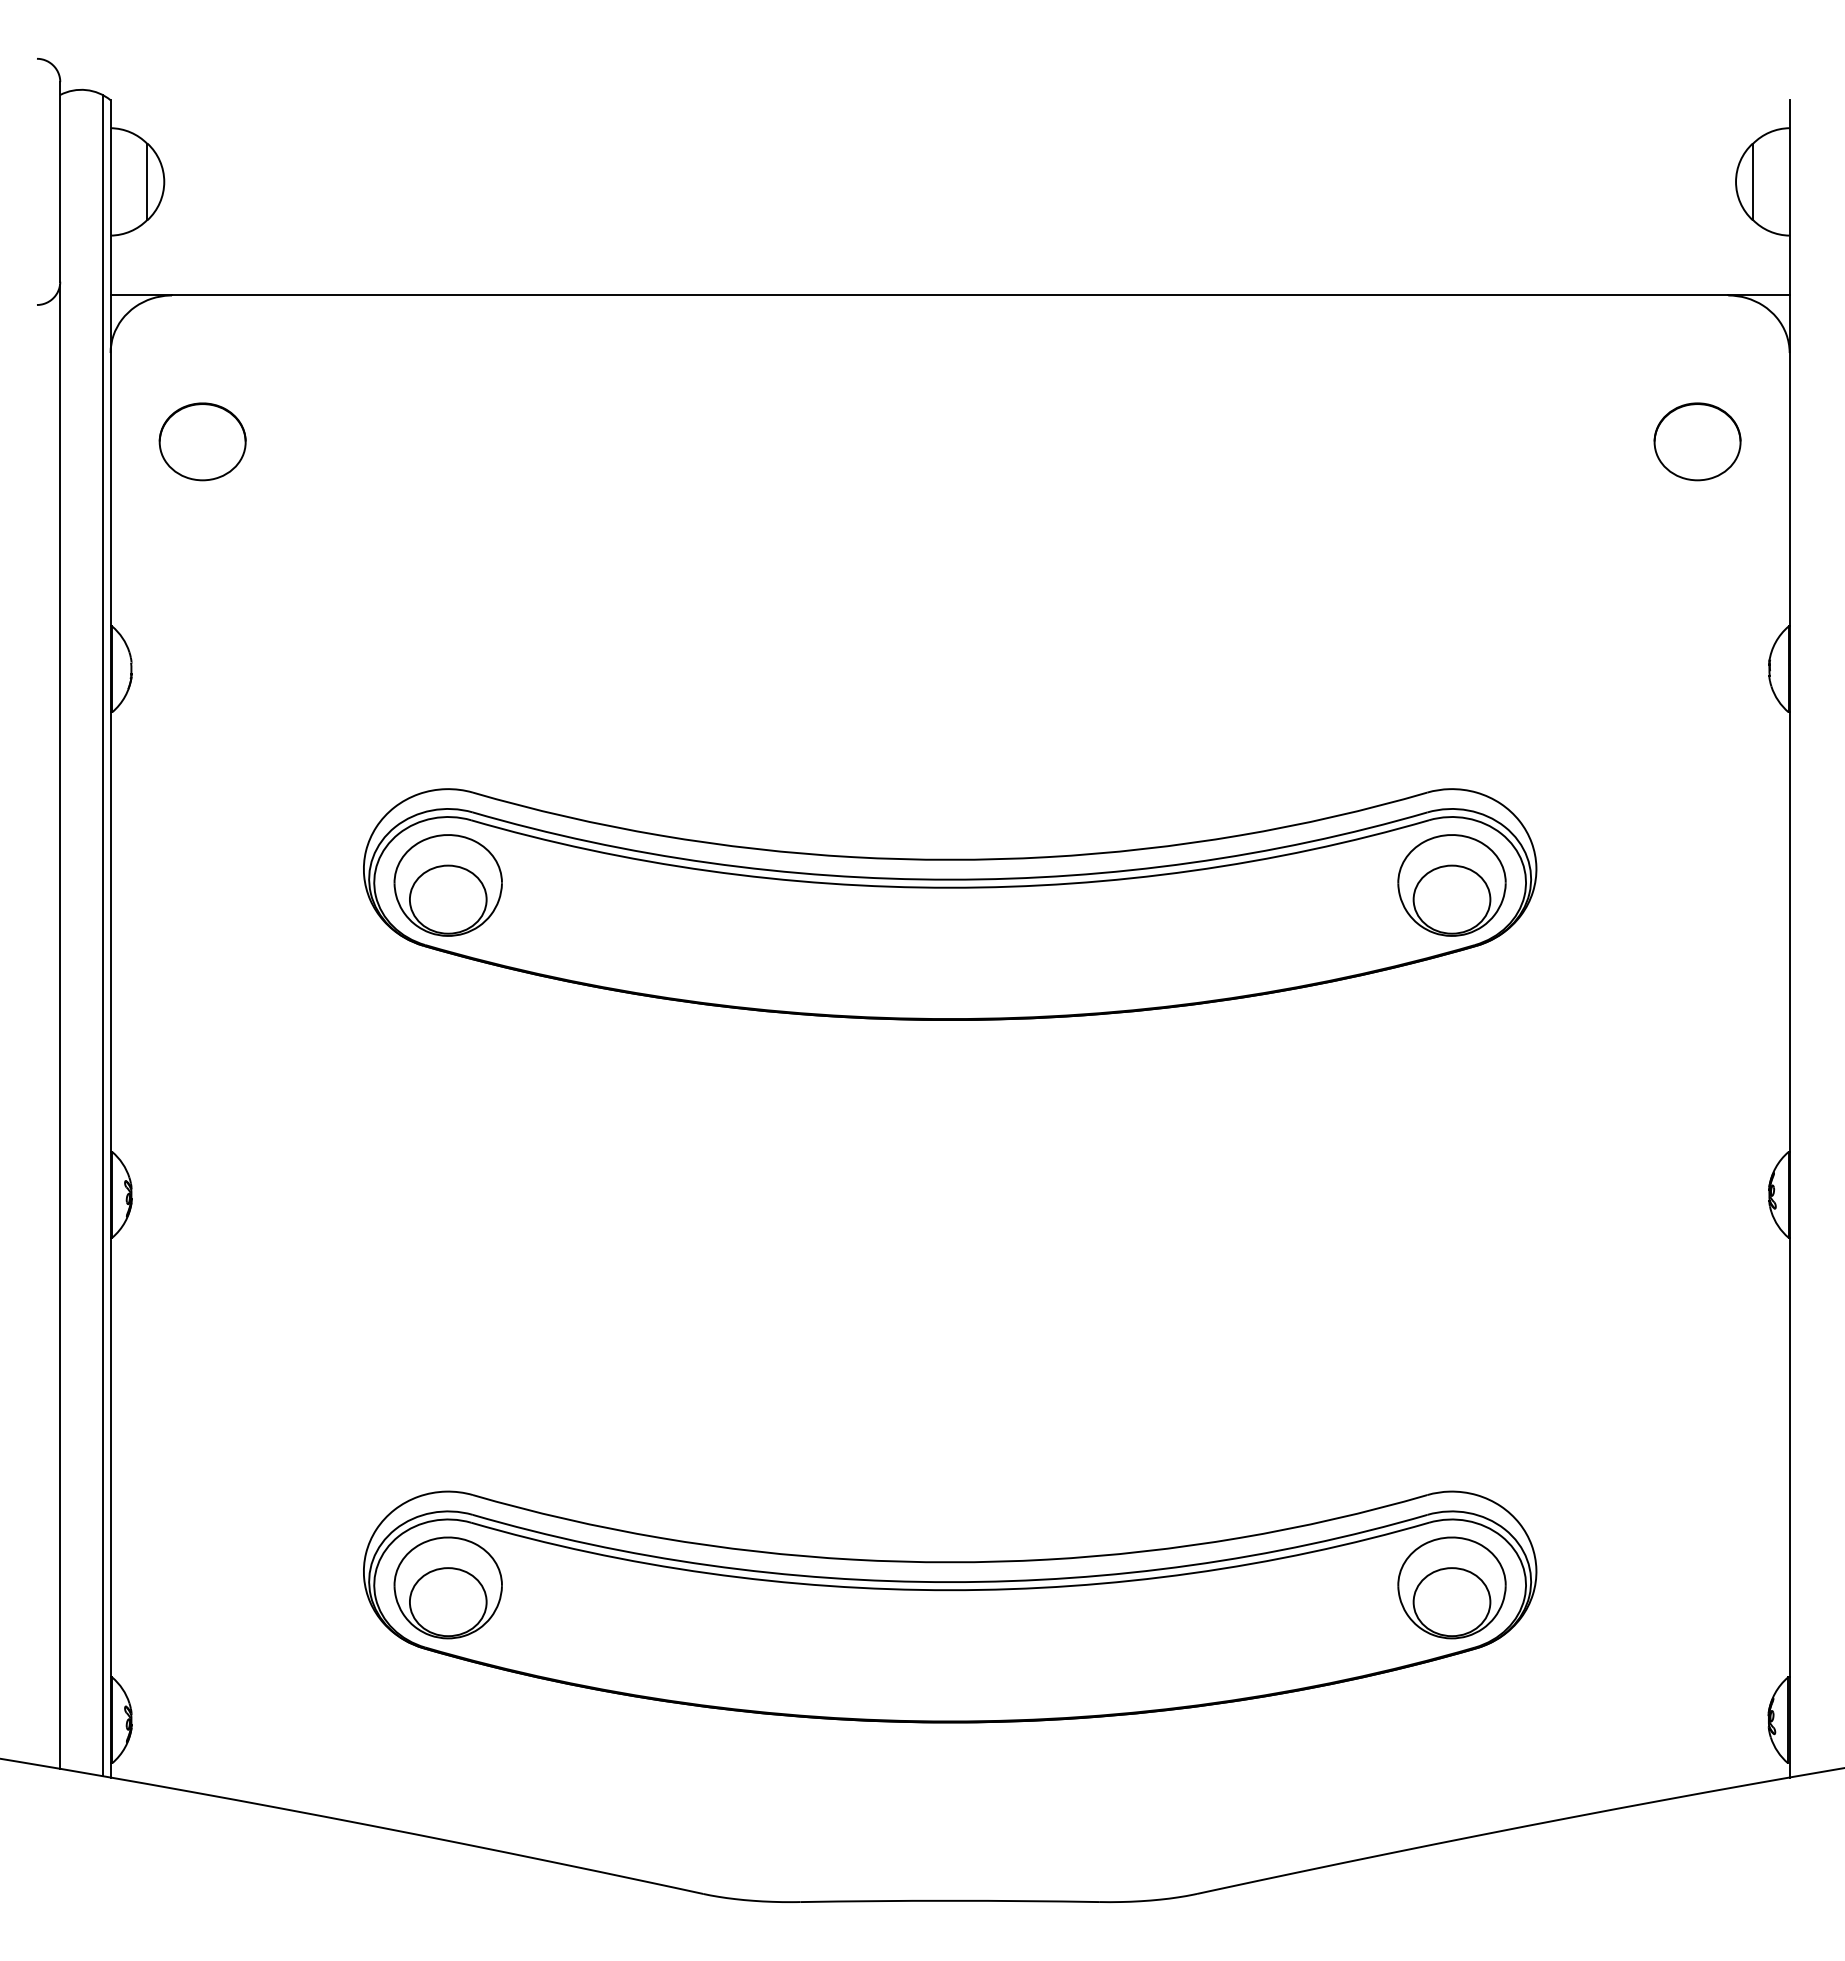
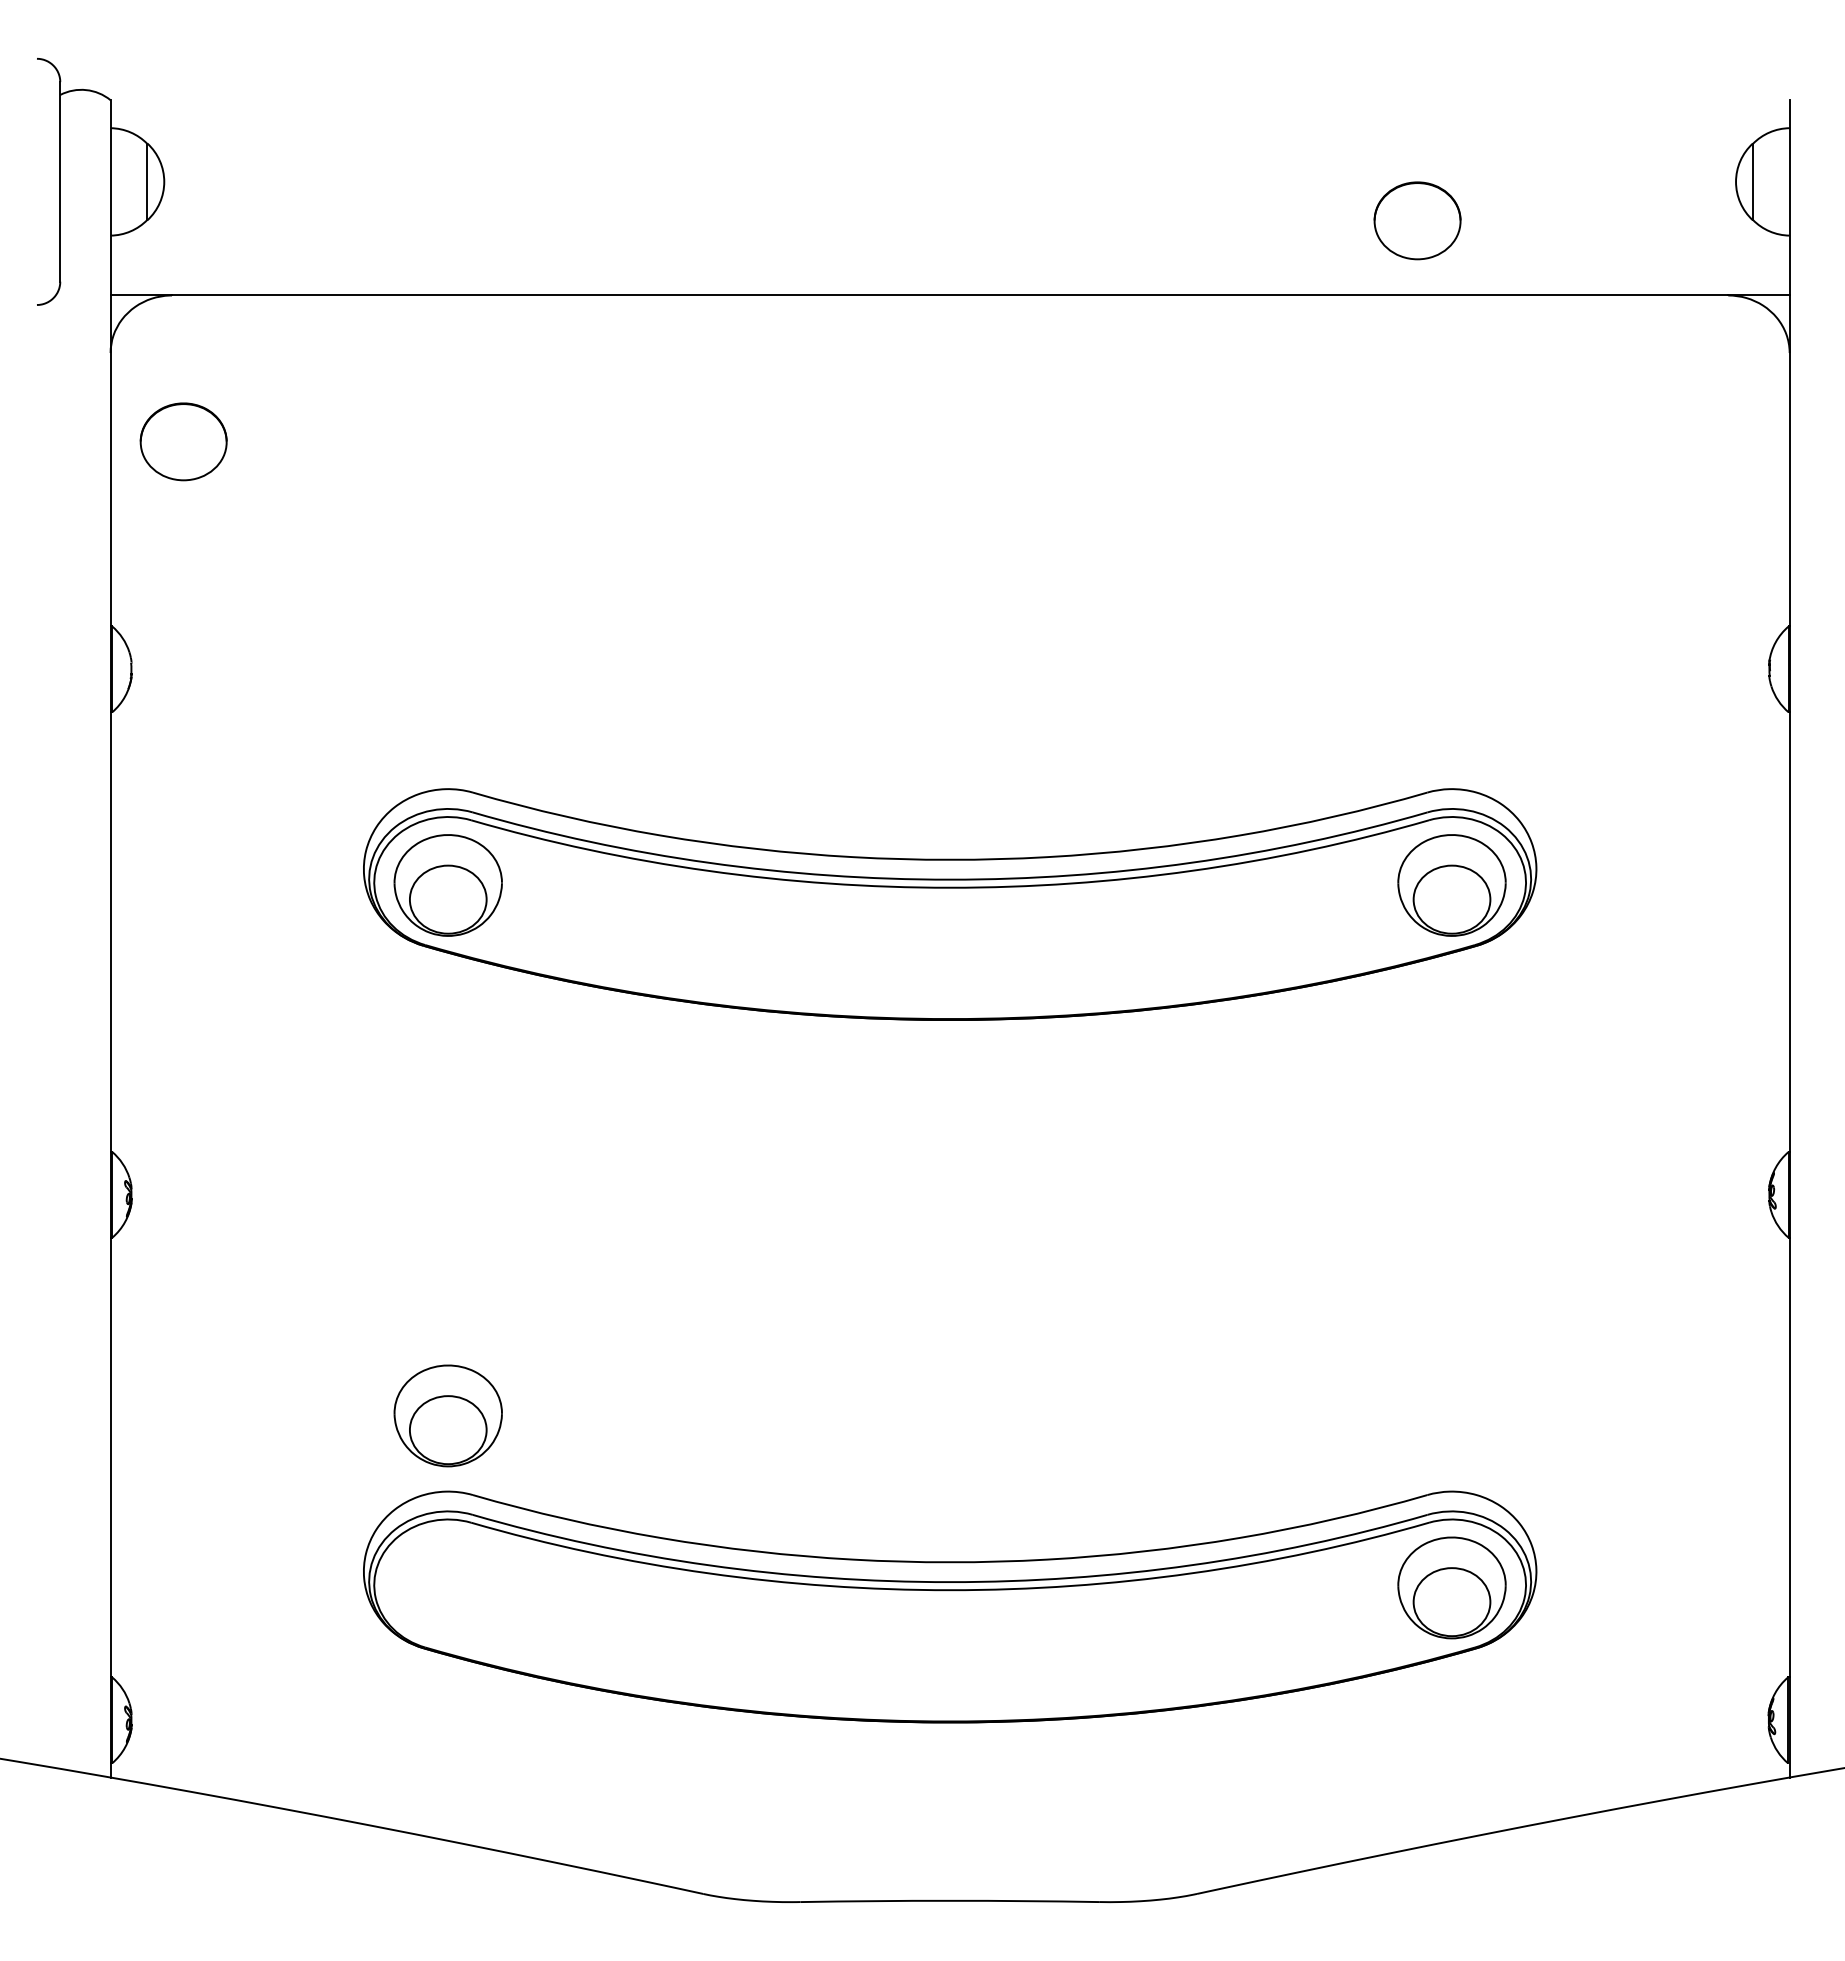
part at (202, 441) position: (202, 441) -> (183, 441)
part at (1697, 441) position: (1697, 441) -> (1417, 220)
line at (102, 935): present -> none
line at (59, 1026): present -> none
part at (447, 1587) position: (447, 1587) -> (447, 1415)
